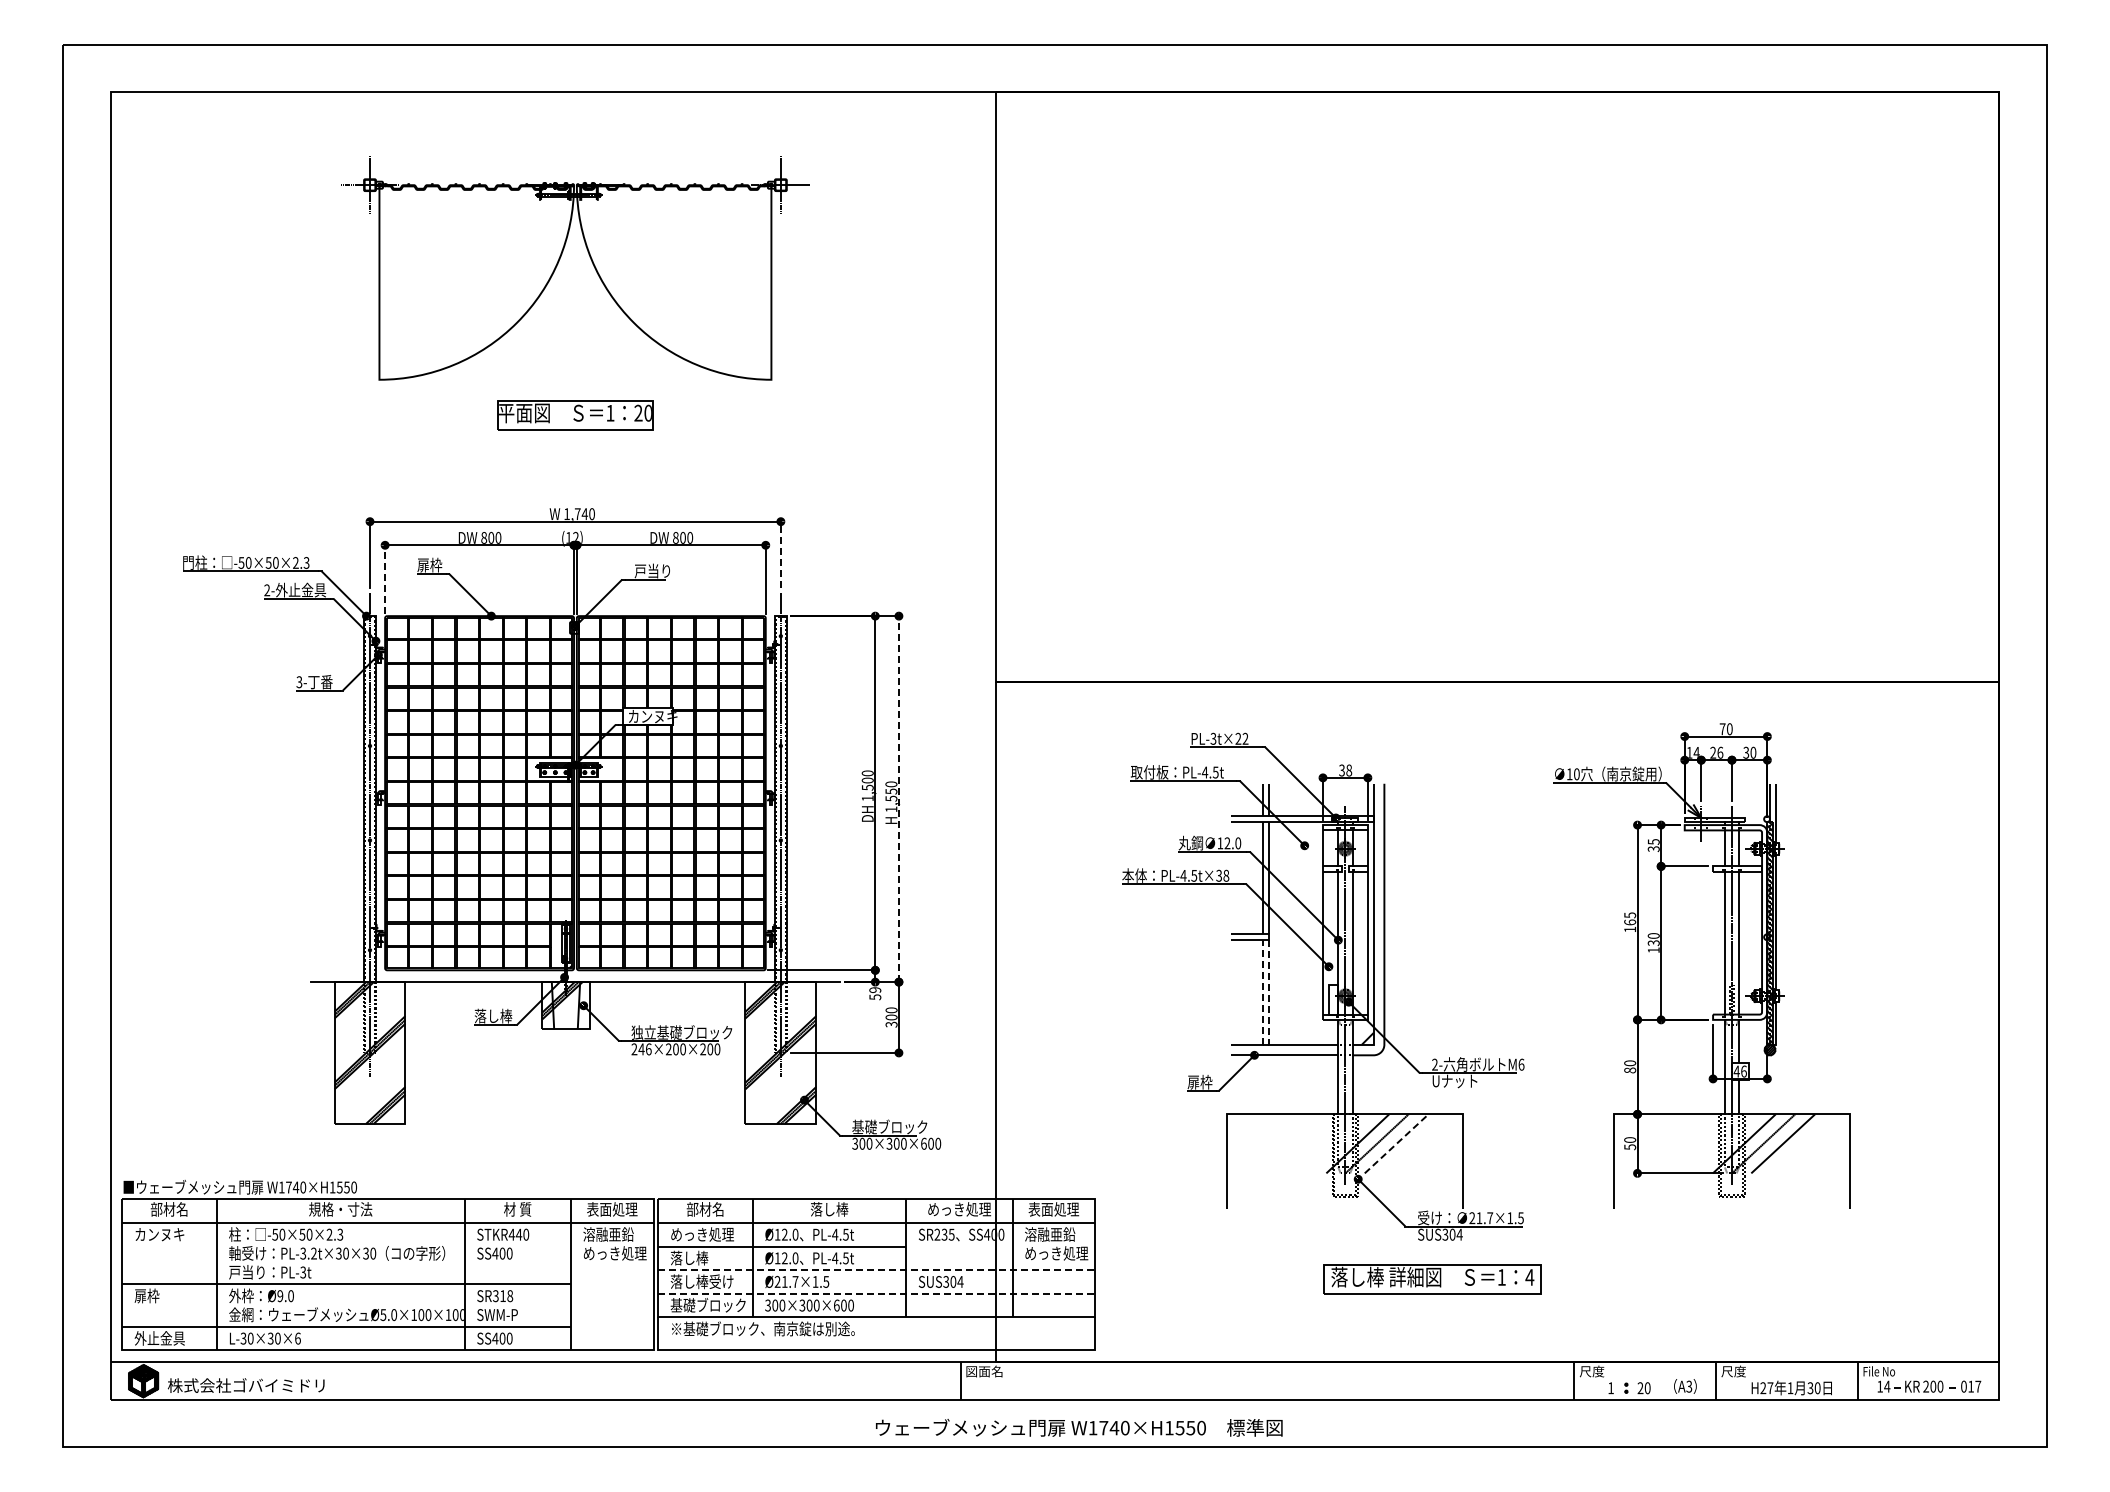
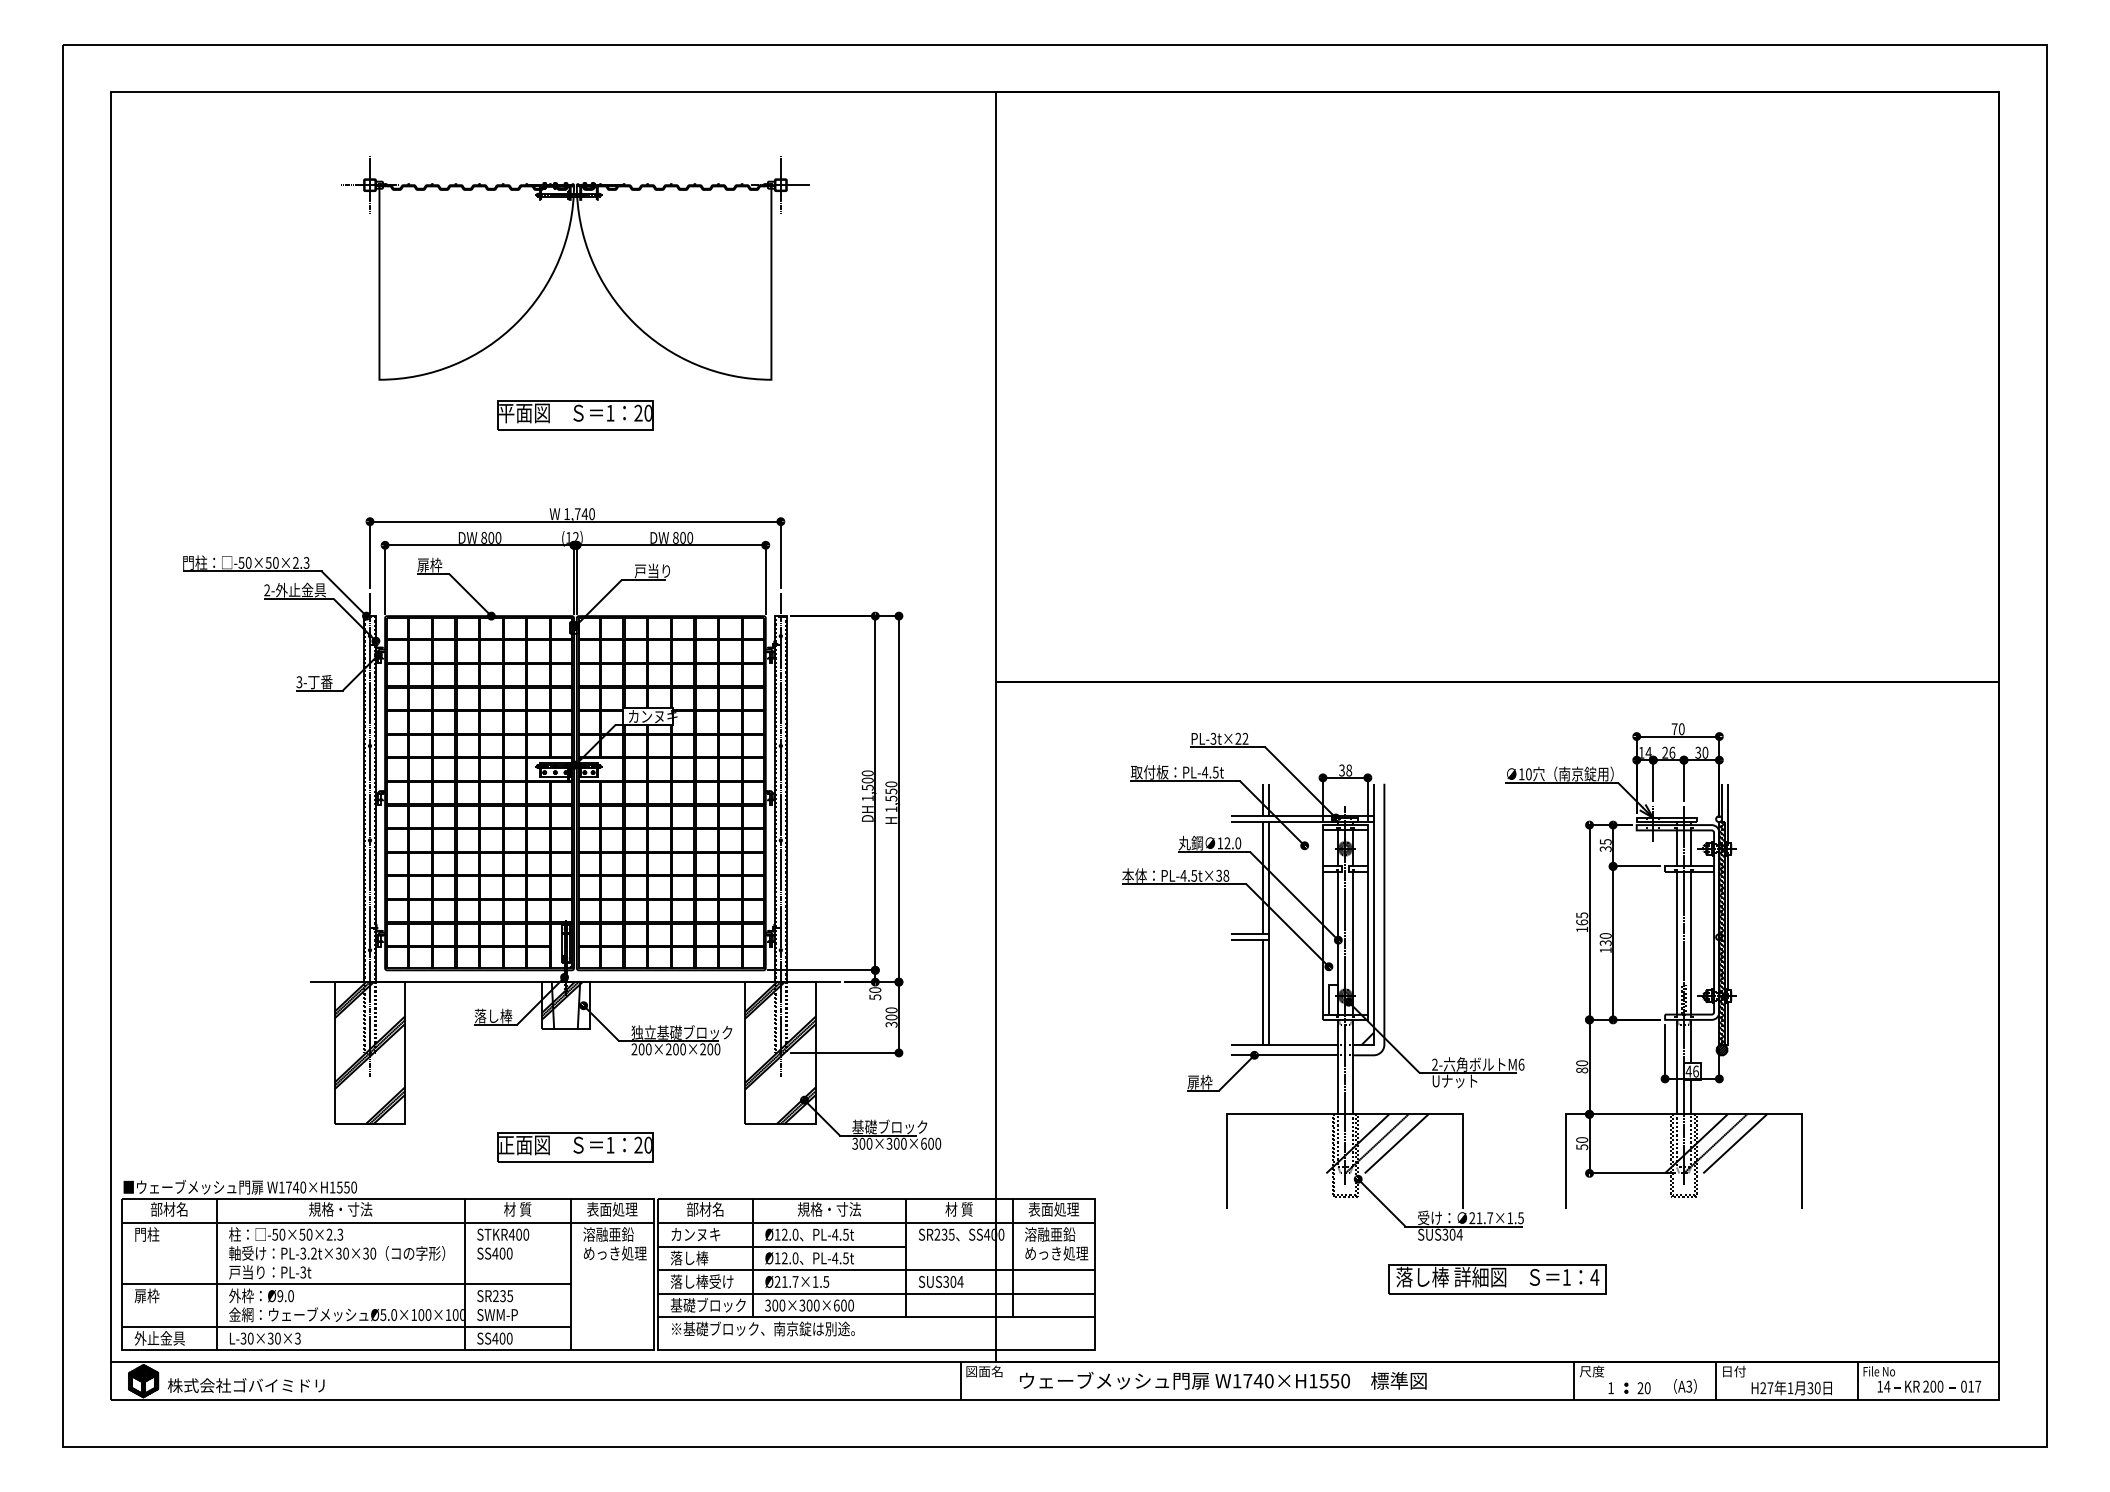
line at (780, 554): dashed -> solid
line at (385, 578): dashed -> solid
line at (898, 799): dashed -> solid
part at (1724, 965) position: (1724, 965) -> (1676, 965)
text at (875, 990): 59 -> 50
line at (1266, 1044): dashed -> solid
text at (644, 1049): 246×200×200 -> 200×200×200
line at (1397, 1143): dashed -> solid
part at (575, 1147): none -> present
text at (829, 1209): 落し棒 -> 規格・寸法
text at (959, 1209): めっき処理 -> 材 質
text at (159, 1234): カンヌキ -> 門柱
text at (518, 1234): STKR440 -> STKR400
text at (702, 1234): めっき処理 -> カンヌキ
line at (877, 1270): dashed -> solid
part at (1432, 1279) position: (1432, 1279) -> (1497, 1279)
line at (877, 1293): dashed -> solid
text at (503, 1296): SR318 -> SR235
text at (297, 1338): L-30×30×6 -> L-30×30×3
text at (1733, 1371): 尺度 -> 日付
text at (1079, 1427) position: (1079, 1427) -> (1223, 1380)
